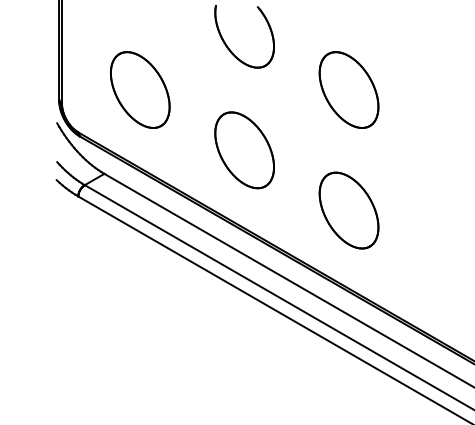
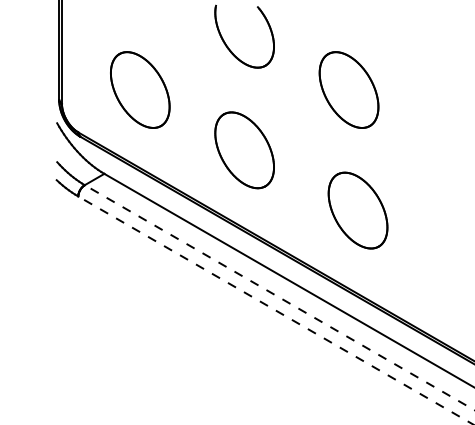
part at (348, 210) position: (348, 210) -> (357, 210)
line at (279, 297): solid -> dashed
line at (275, 310): solid -> dashed
